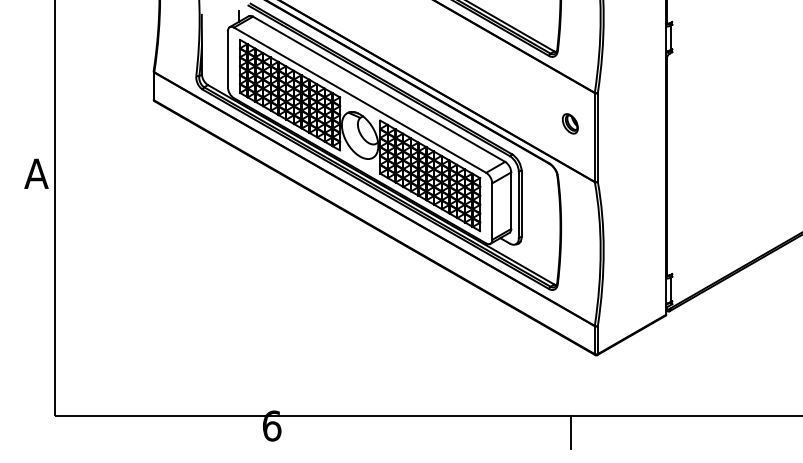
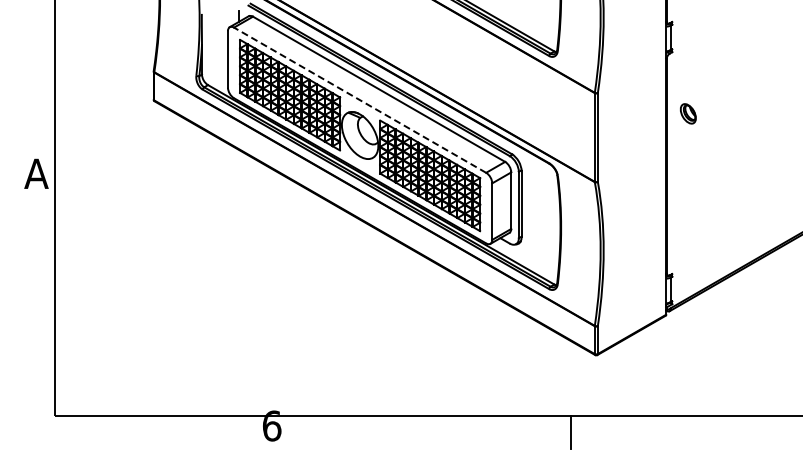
line at (359, 99): solid -> dashed
part at (570, 123) position: (570, 123) -> (688, 113)
